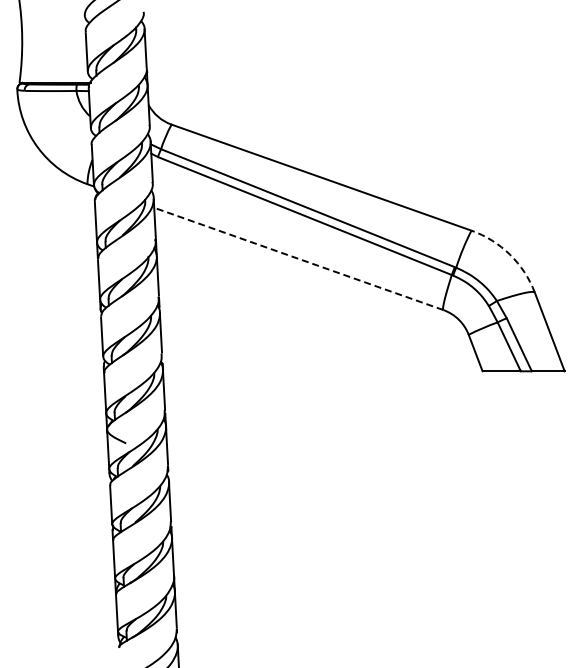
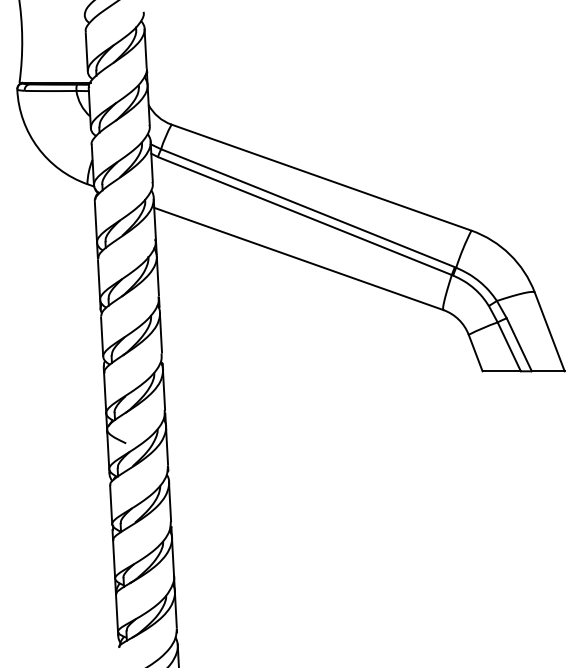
arc at (509, 254): dashed -> solid
line at (298, 258): dashed -> solid
